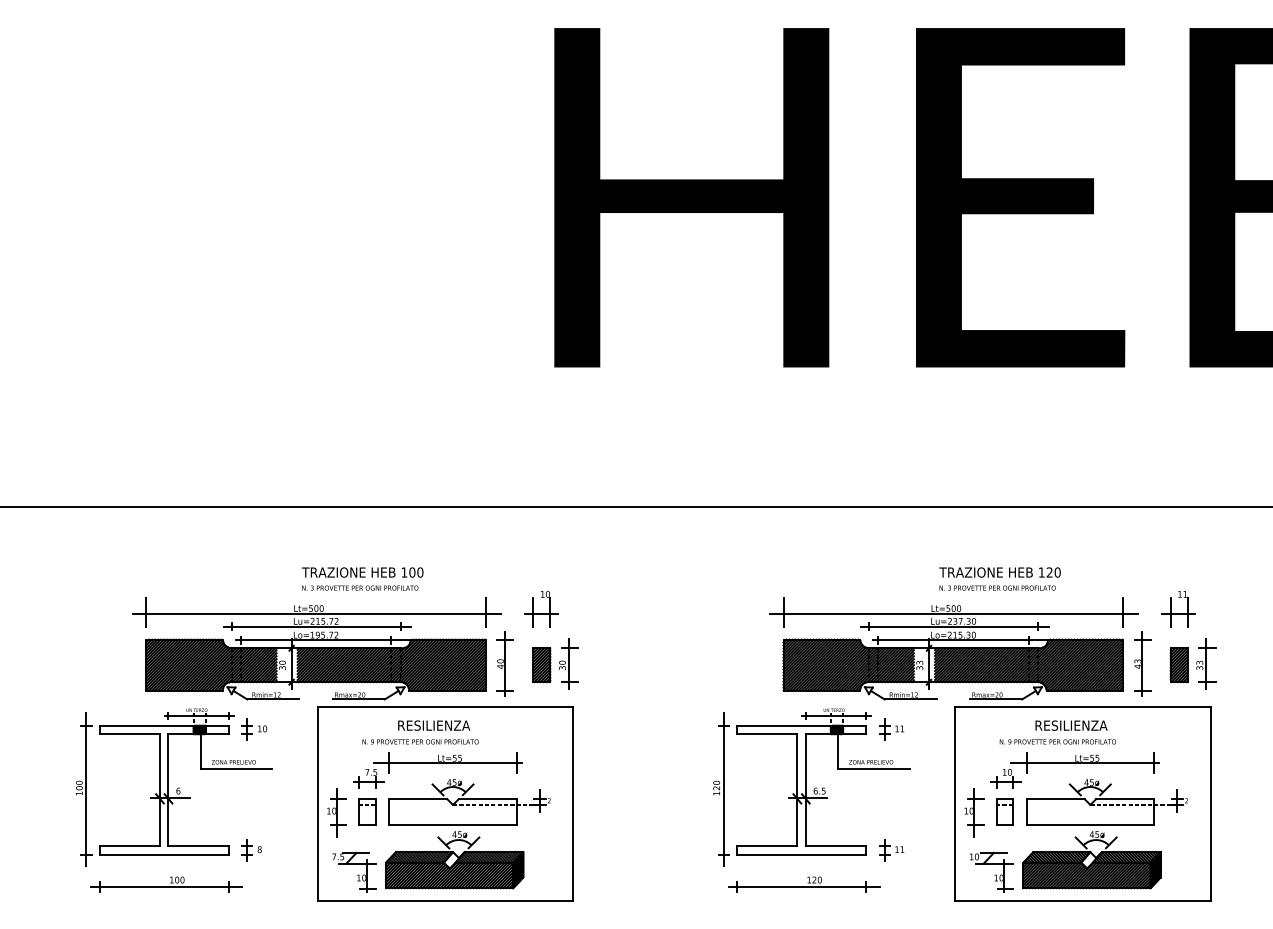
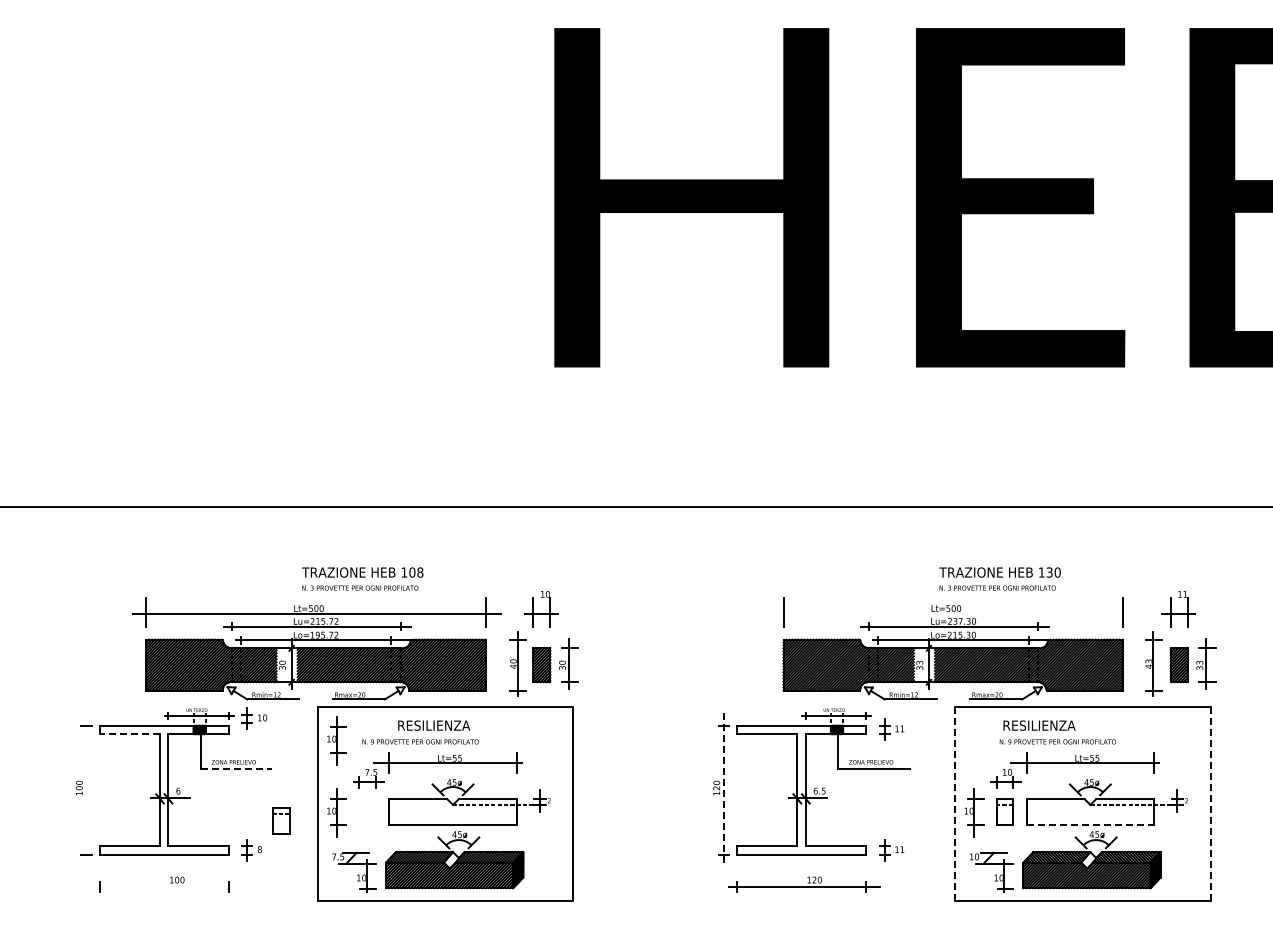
text at (420, 572): 100 -> 108
text at (1049, 572): 120 -> 130
line at (953, 614): present -> none
part at (504, 663) position: (504, 663) -> (517, 663)
part at (1142, 663) position: (1142, 663) -> (1153, 663)
text at (1071, 725) position: (1071, 725) -> (1039, 725)
part at (254, 729) position: (254, 729) -> (254, 718)
line at (129, 734): solid -> dashed
part at (336, 740): none -> present
line at (236, 768): solid -> dashed
line at (86, 789): present -> none
line at (723, 790): solid -> dashed
line at (1210, 803): solid -> dashed
line at (955, 804): solid -> dashed
part at (367, 811) position: (367, 811) -> (281, 820)
line at (1090, 824): solid -> dashed
line at (166, 887): present -> none
